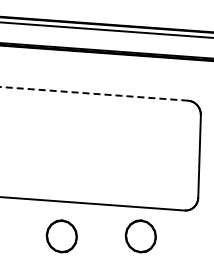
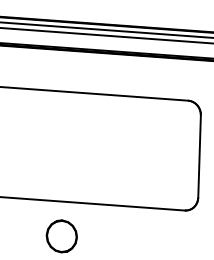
line at (106, 35): none -> present
line at (93, 93): dashed -> solid
part at (140, 236): present -> none
